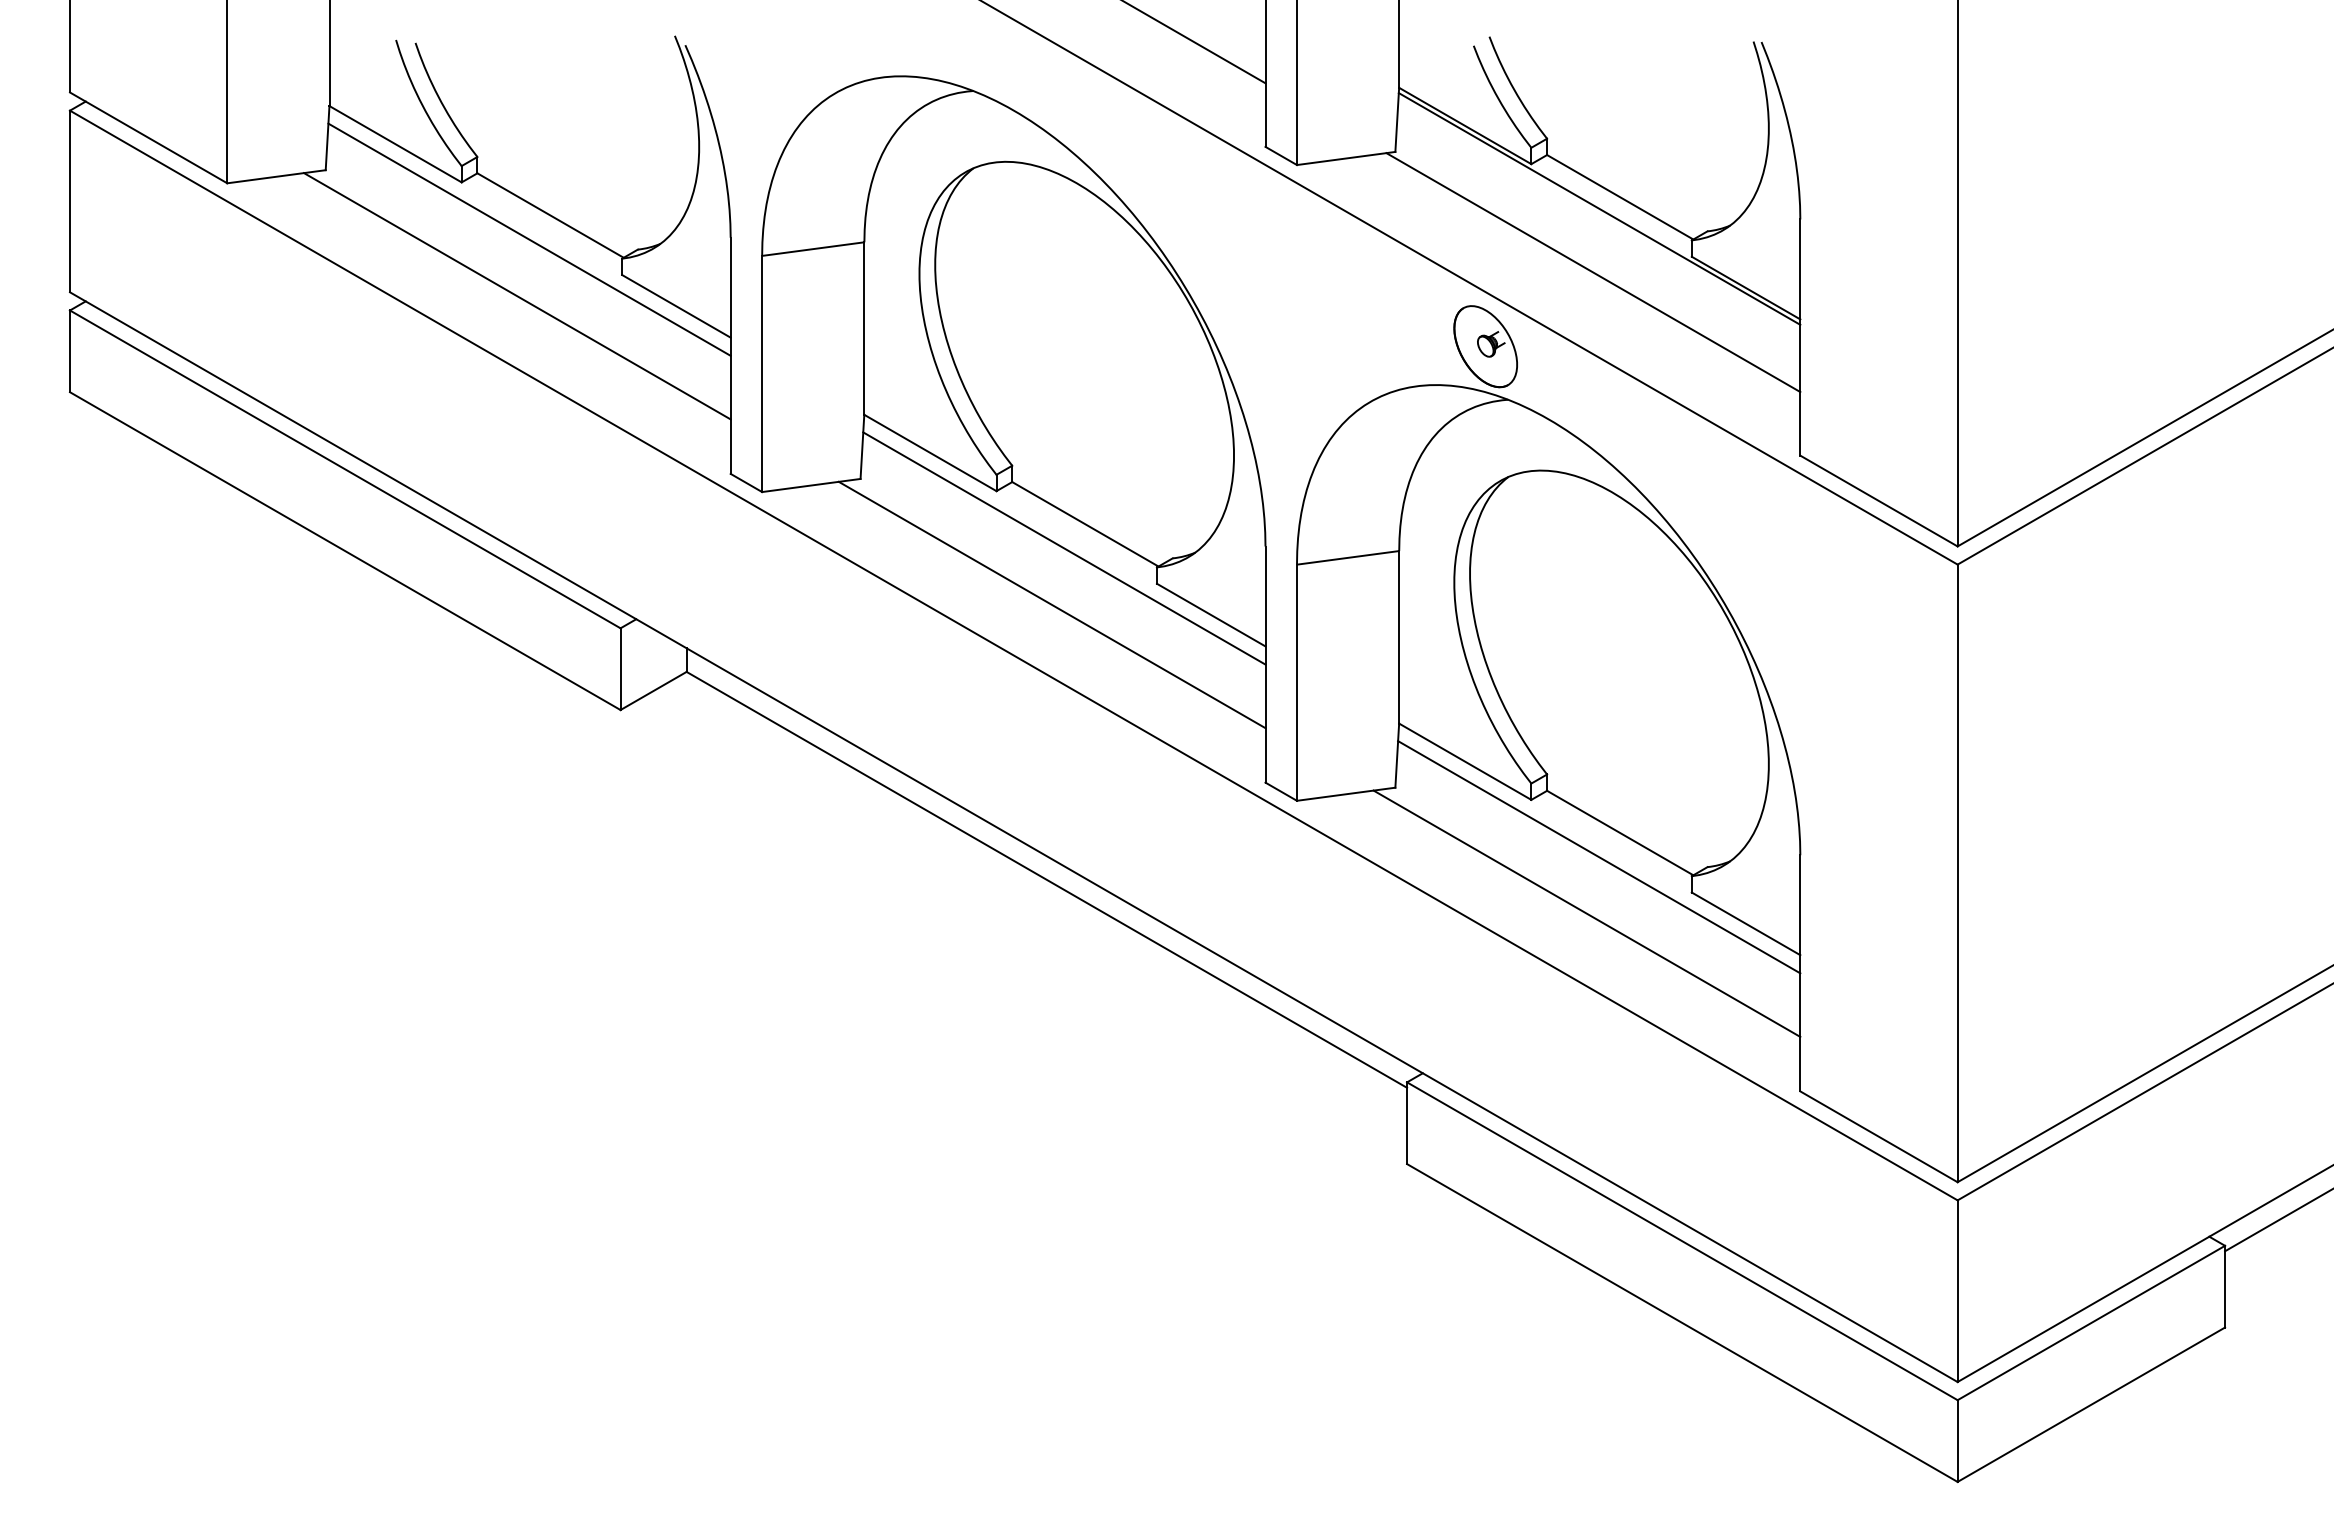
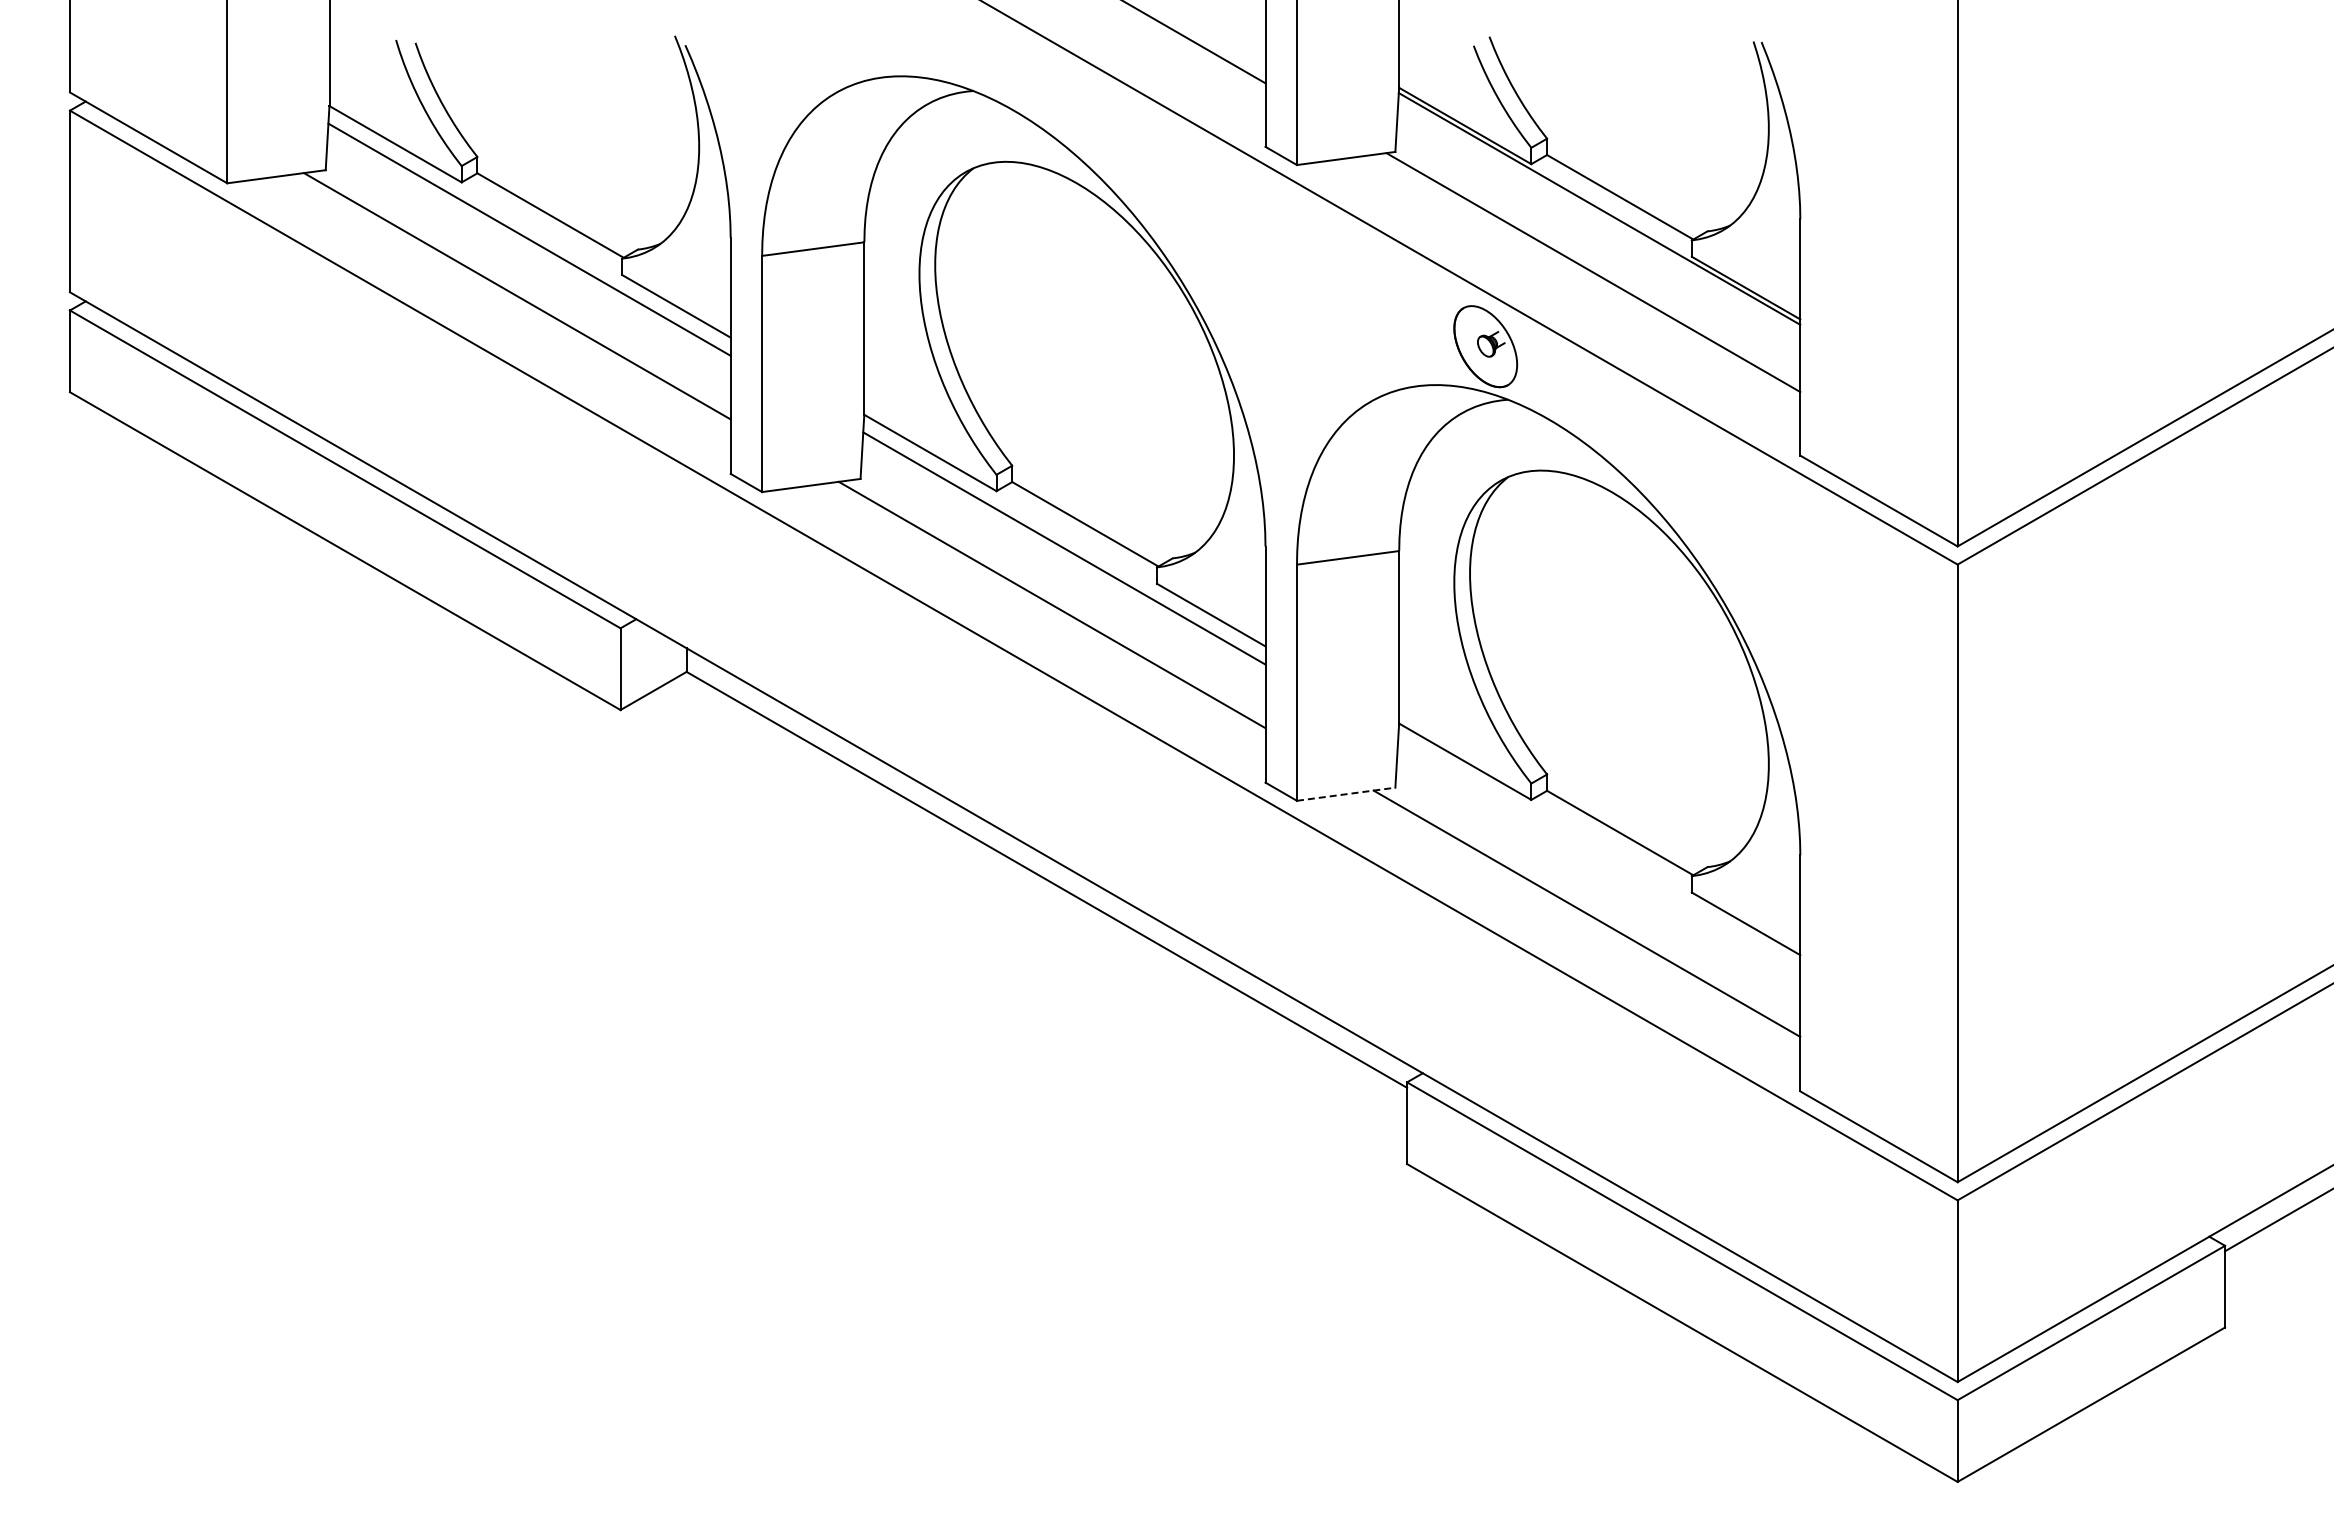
line at (1346, 794): solid -> dashed
line at (1599, 857): present -> none
